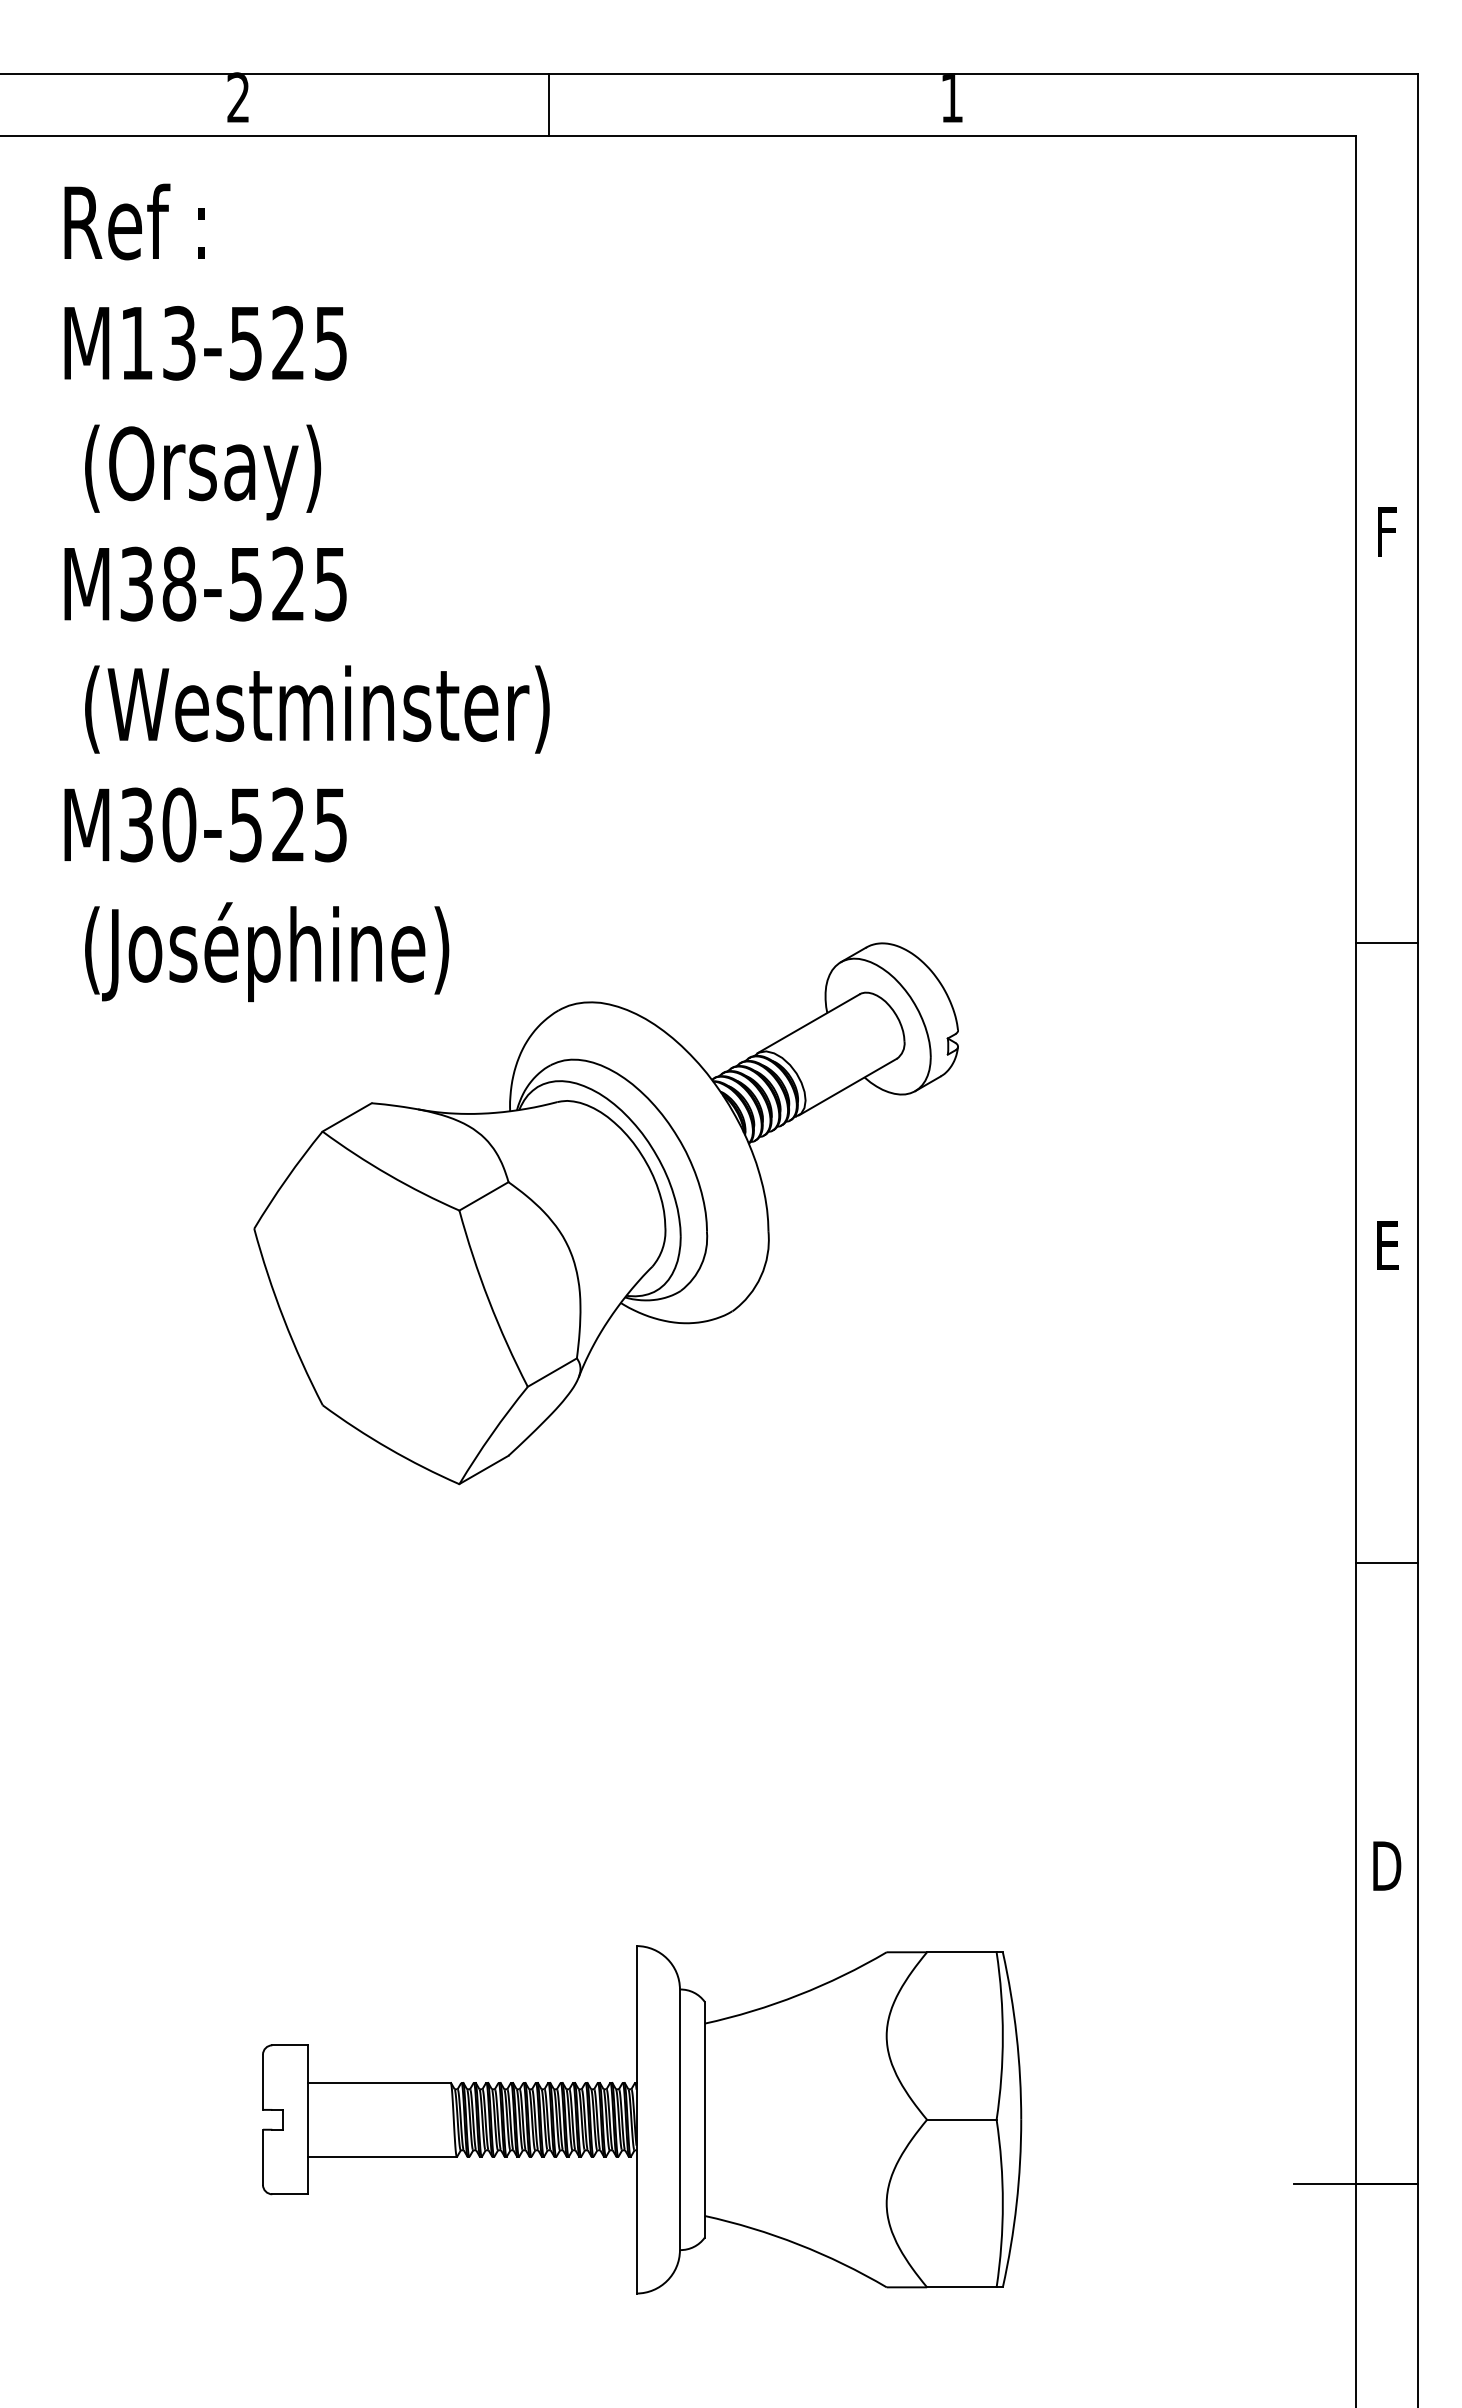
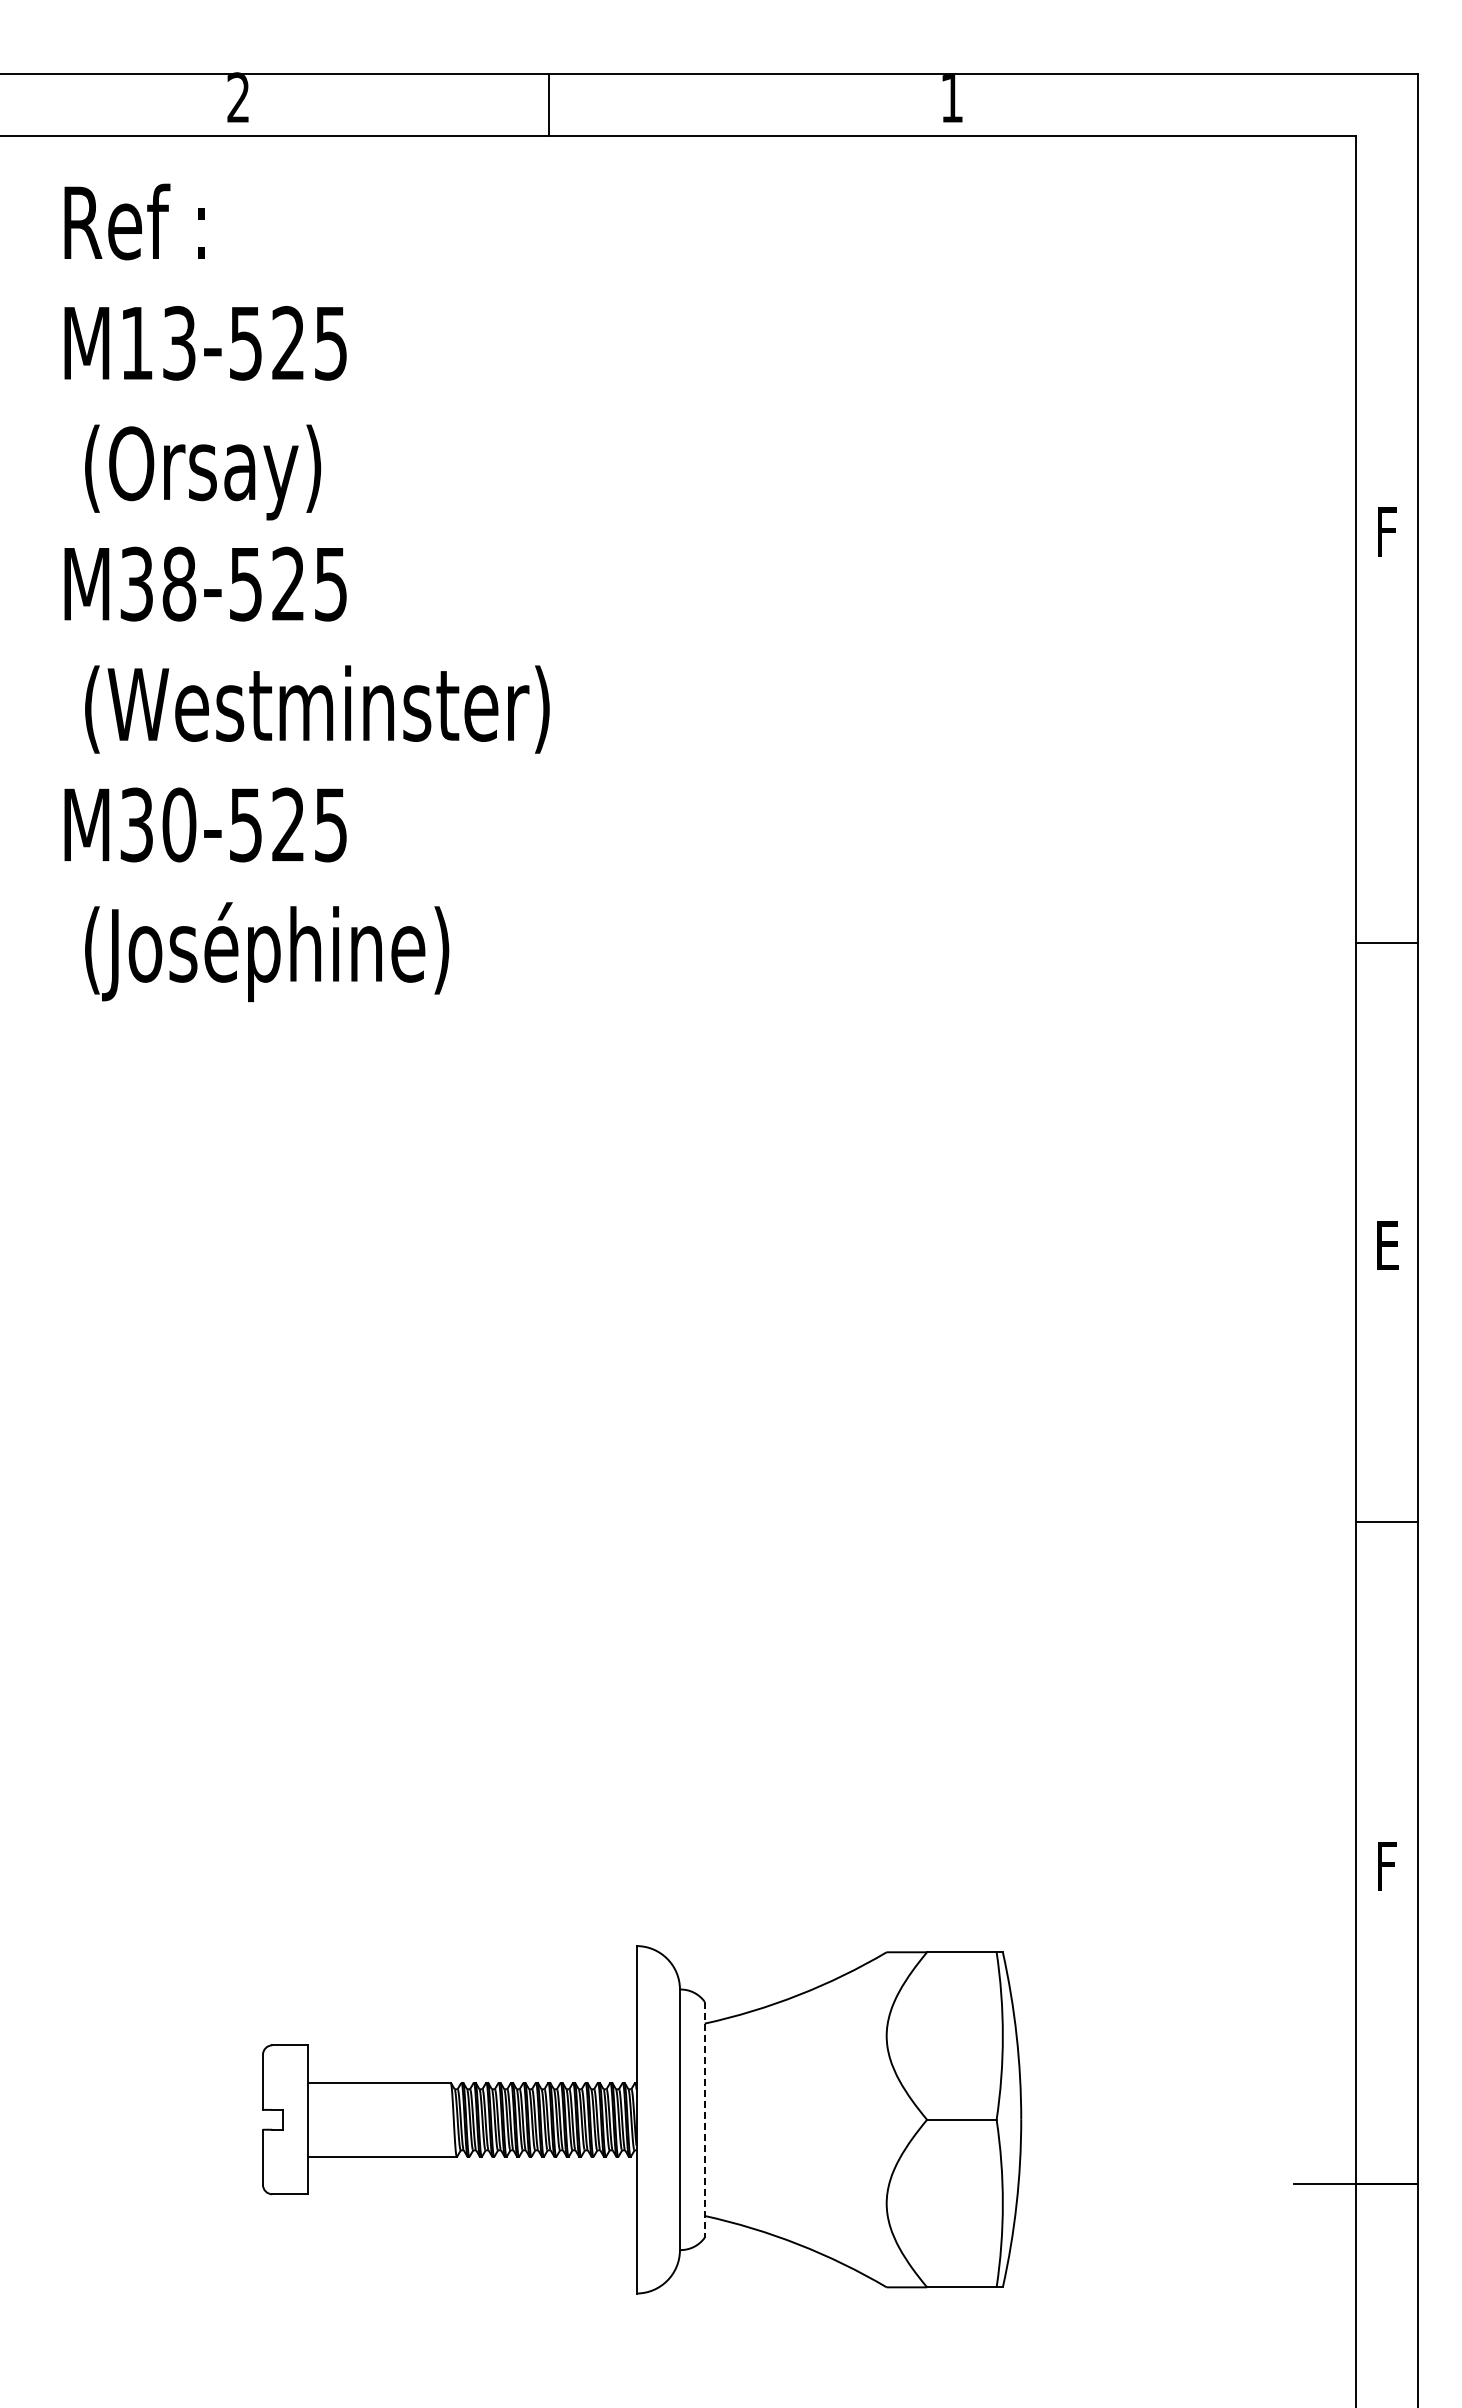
part at (605, 1213): present -> none
line at (1386, 1563) position: (1386, 1563) -> (1386, 1522)
text at (1387, 1865): D -> F
line at (704, 2119): solid -> dashed
